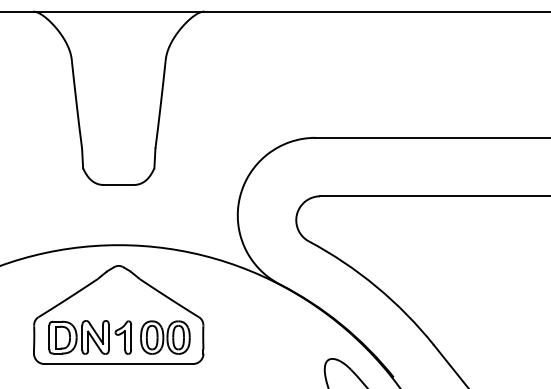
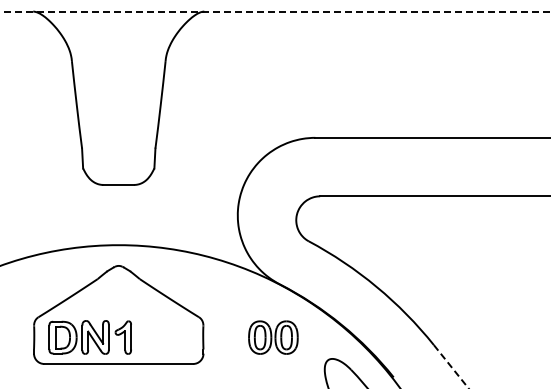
line at (275, 11): solid -> dashed
part at (165, 337) position: (165, 337) -> (273, 337)
line at (451, 367): solid -> dashed
